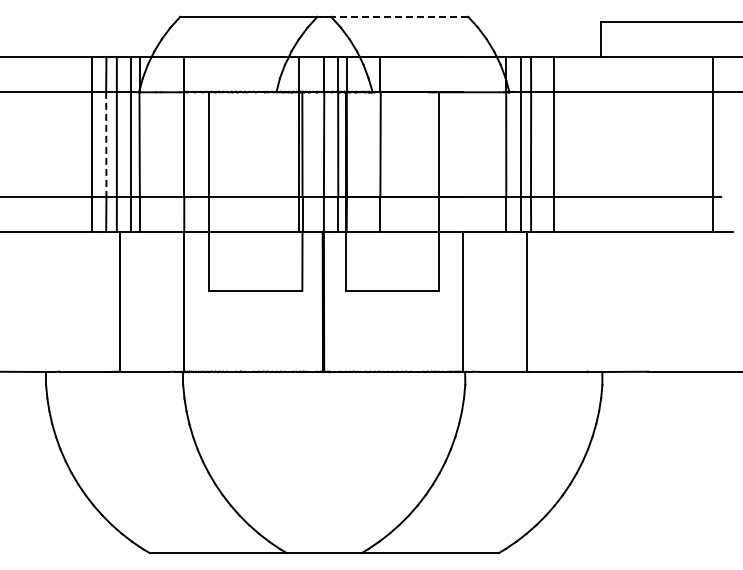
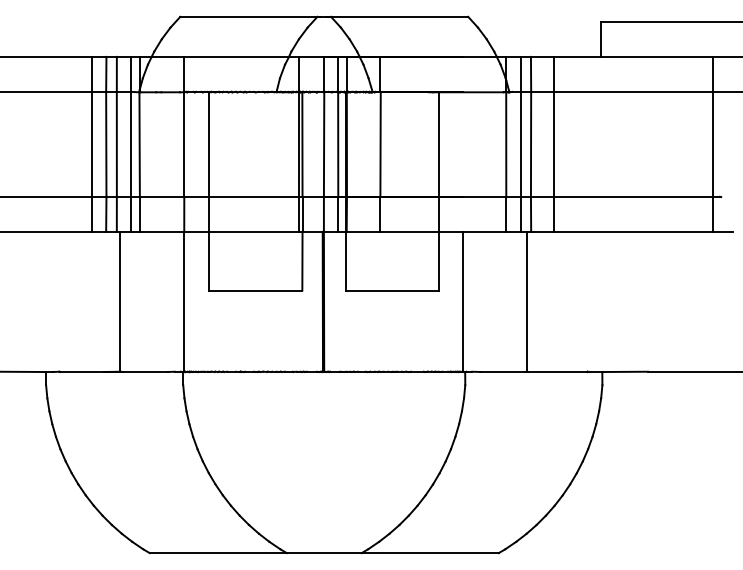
line at (399, 16): dashed -> solid
line at (106, 144): dashed -> solid
